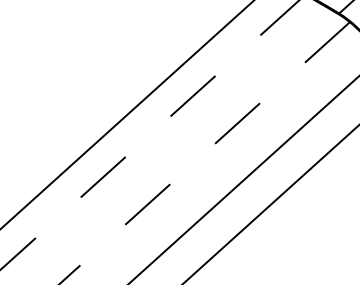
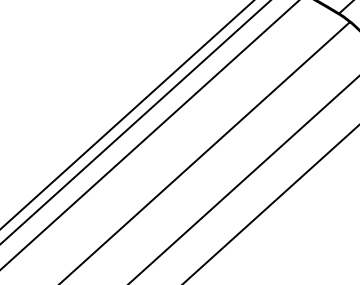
line at (135, 122): none -> present
line at (149, 135): dashed -> solid
line at (204, 153): dashed -> solid
